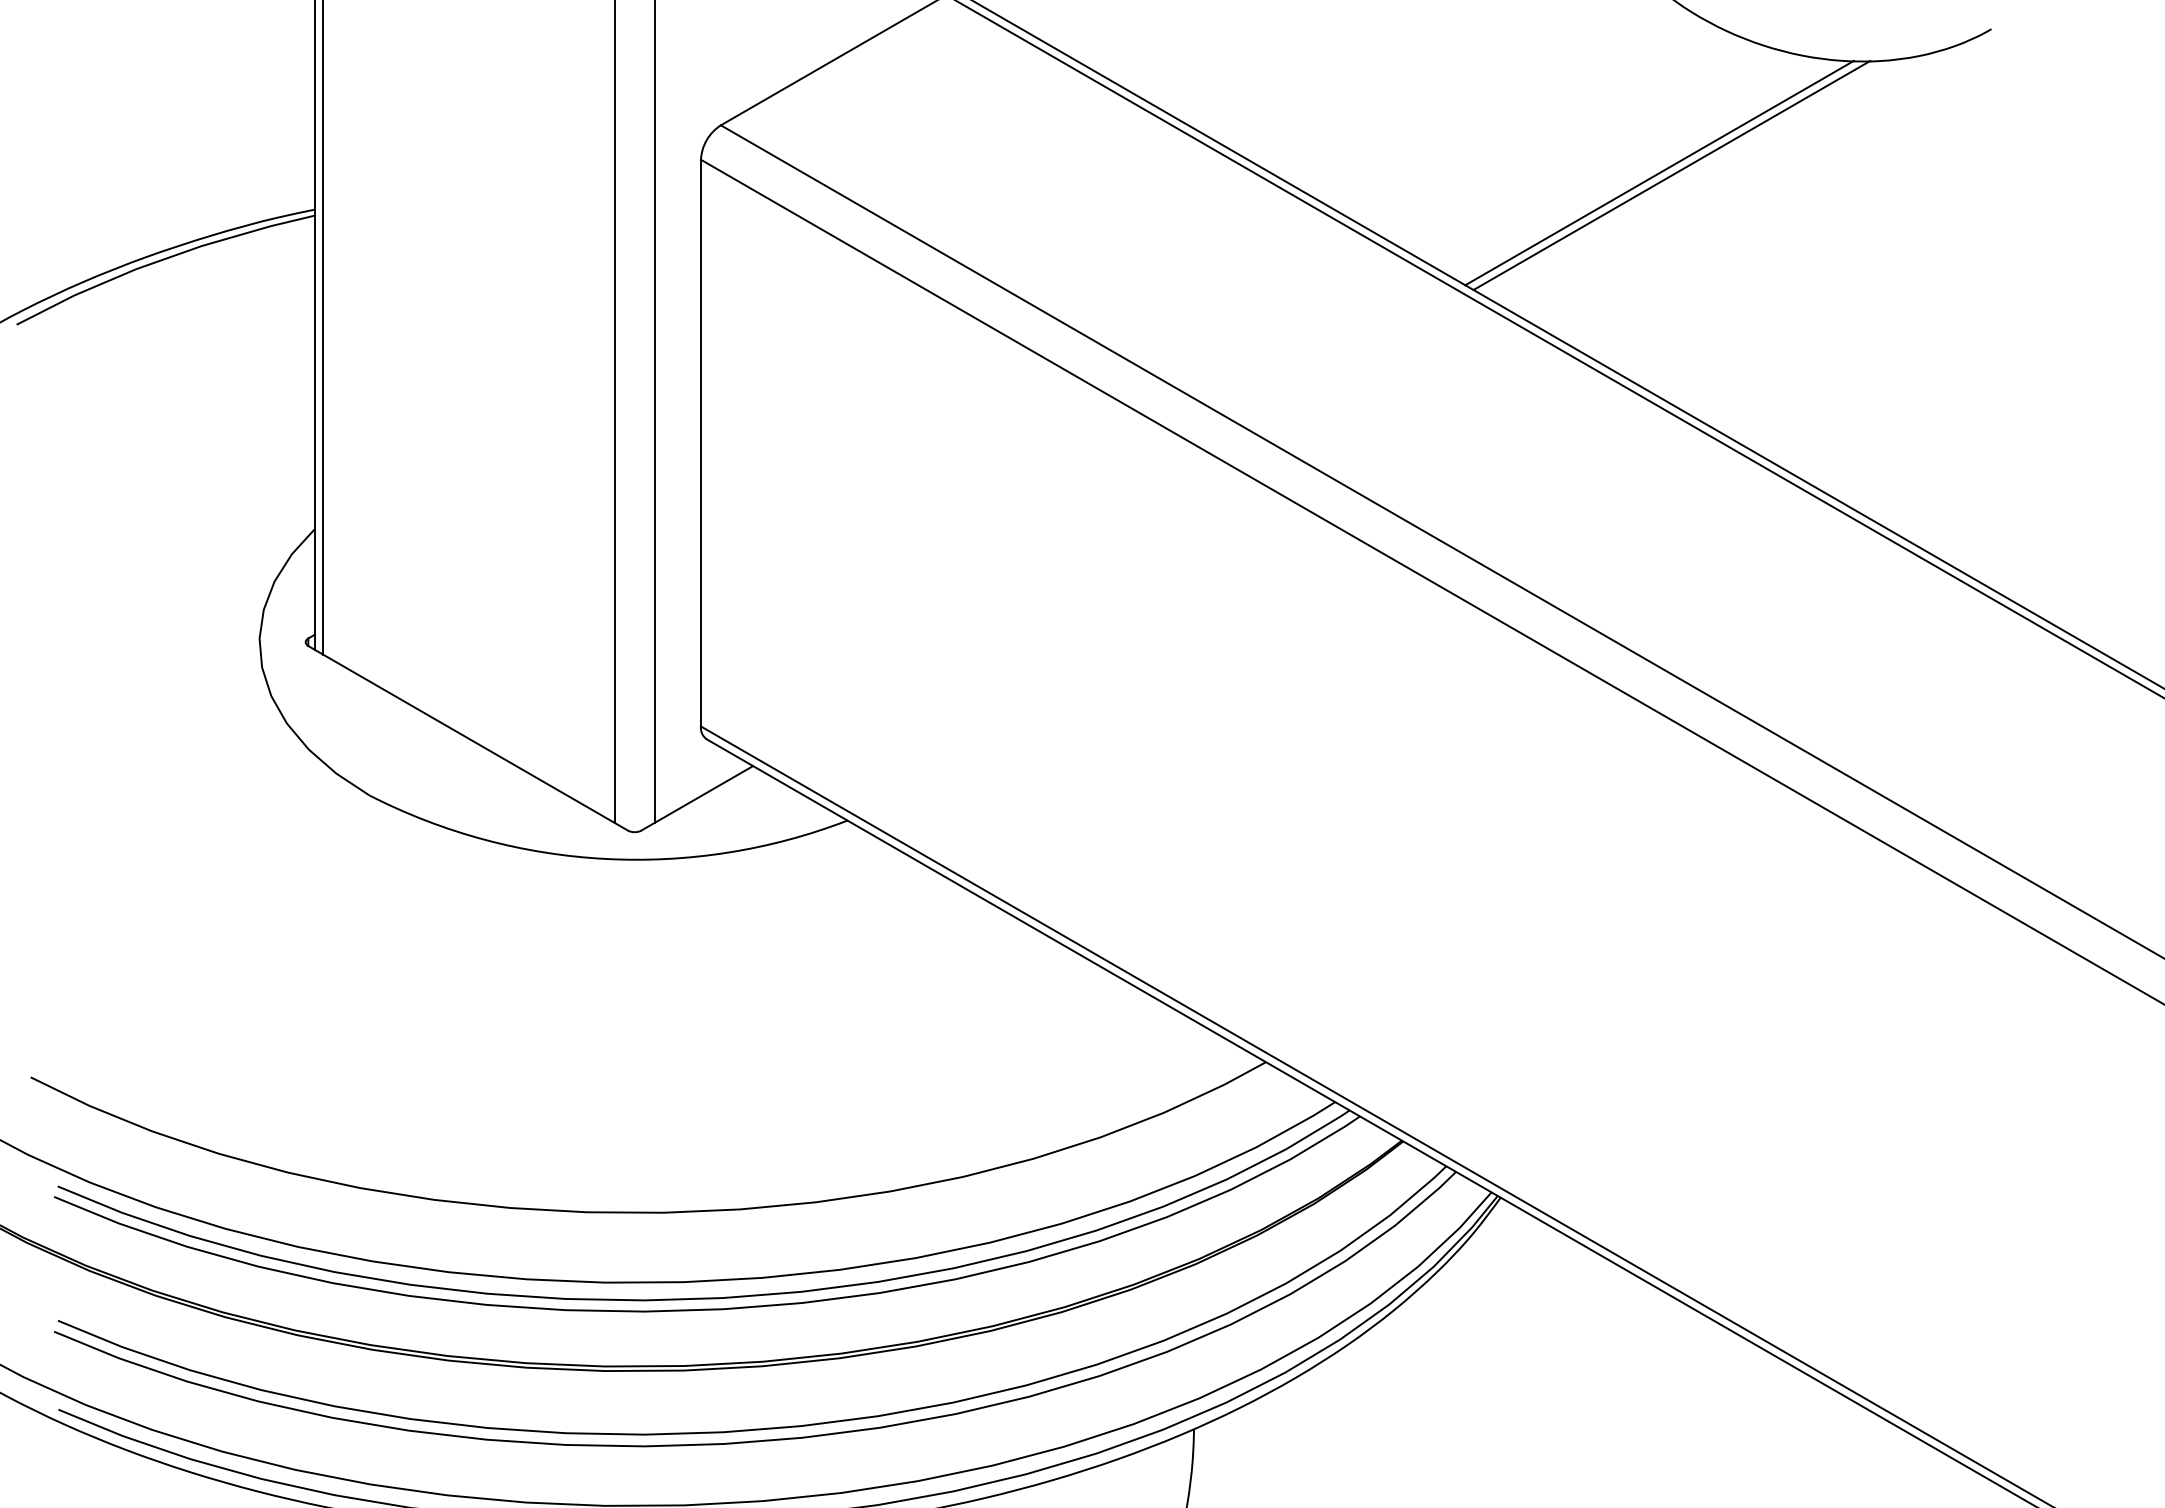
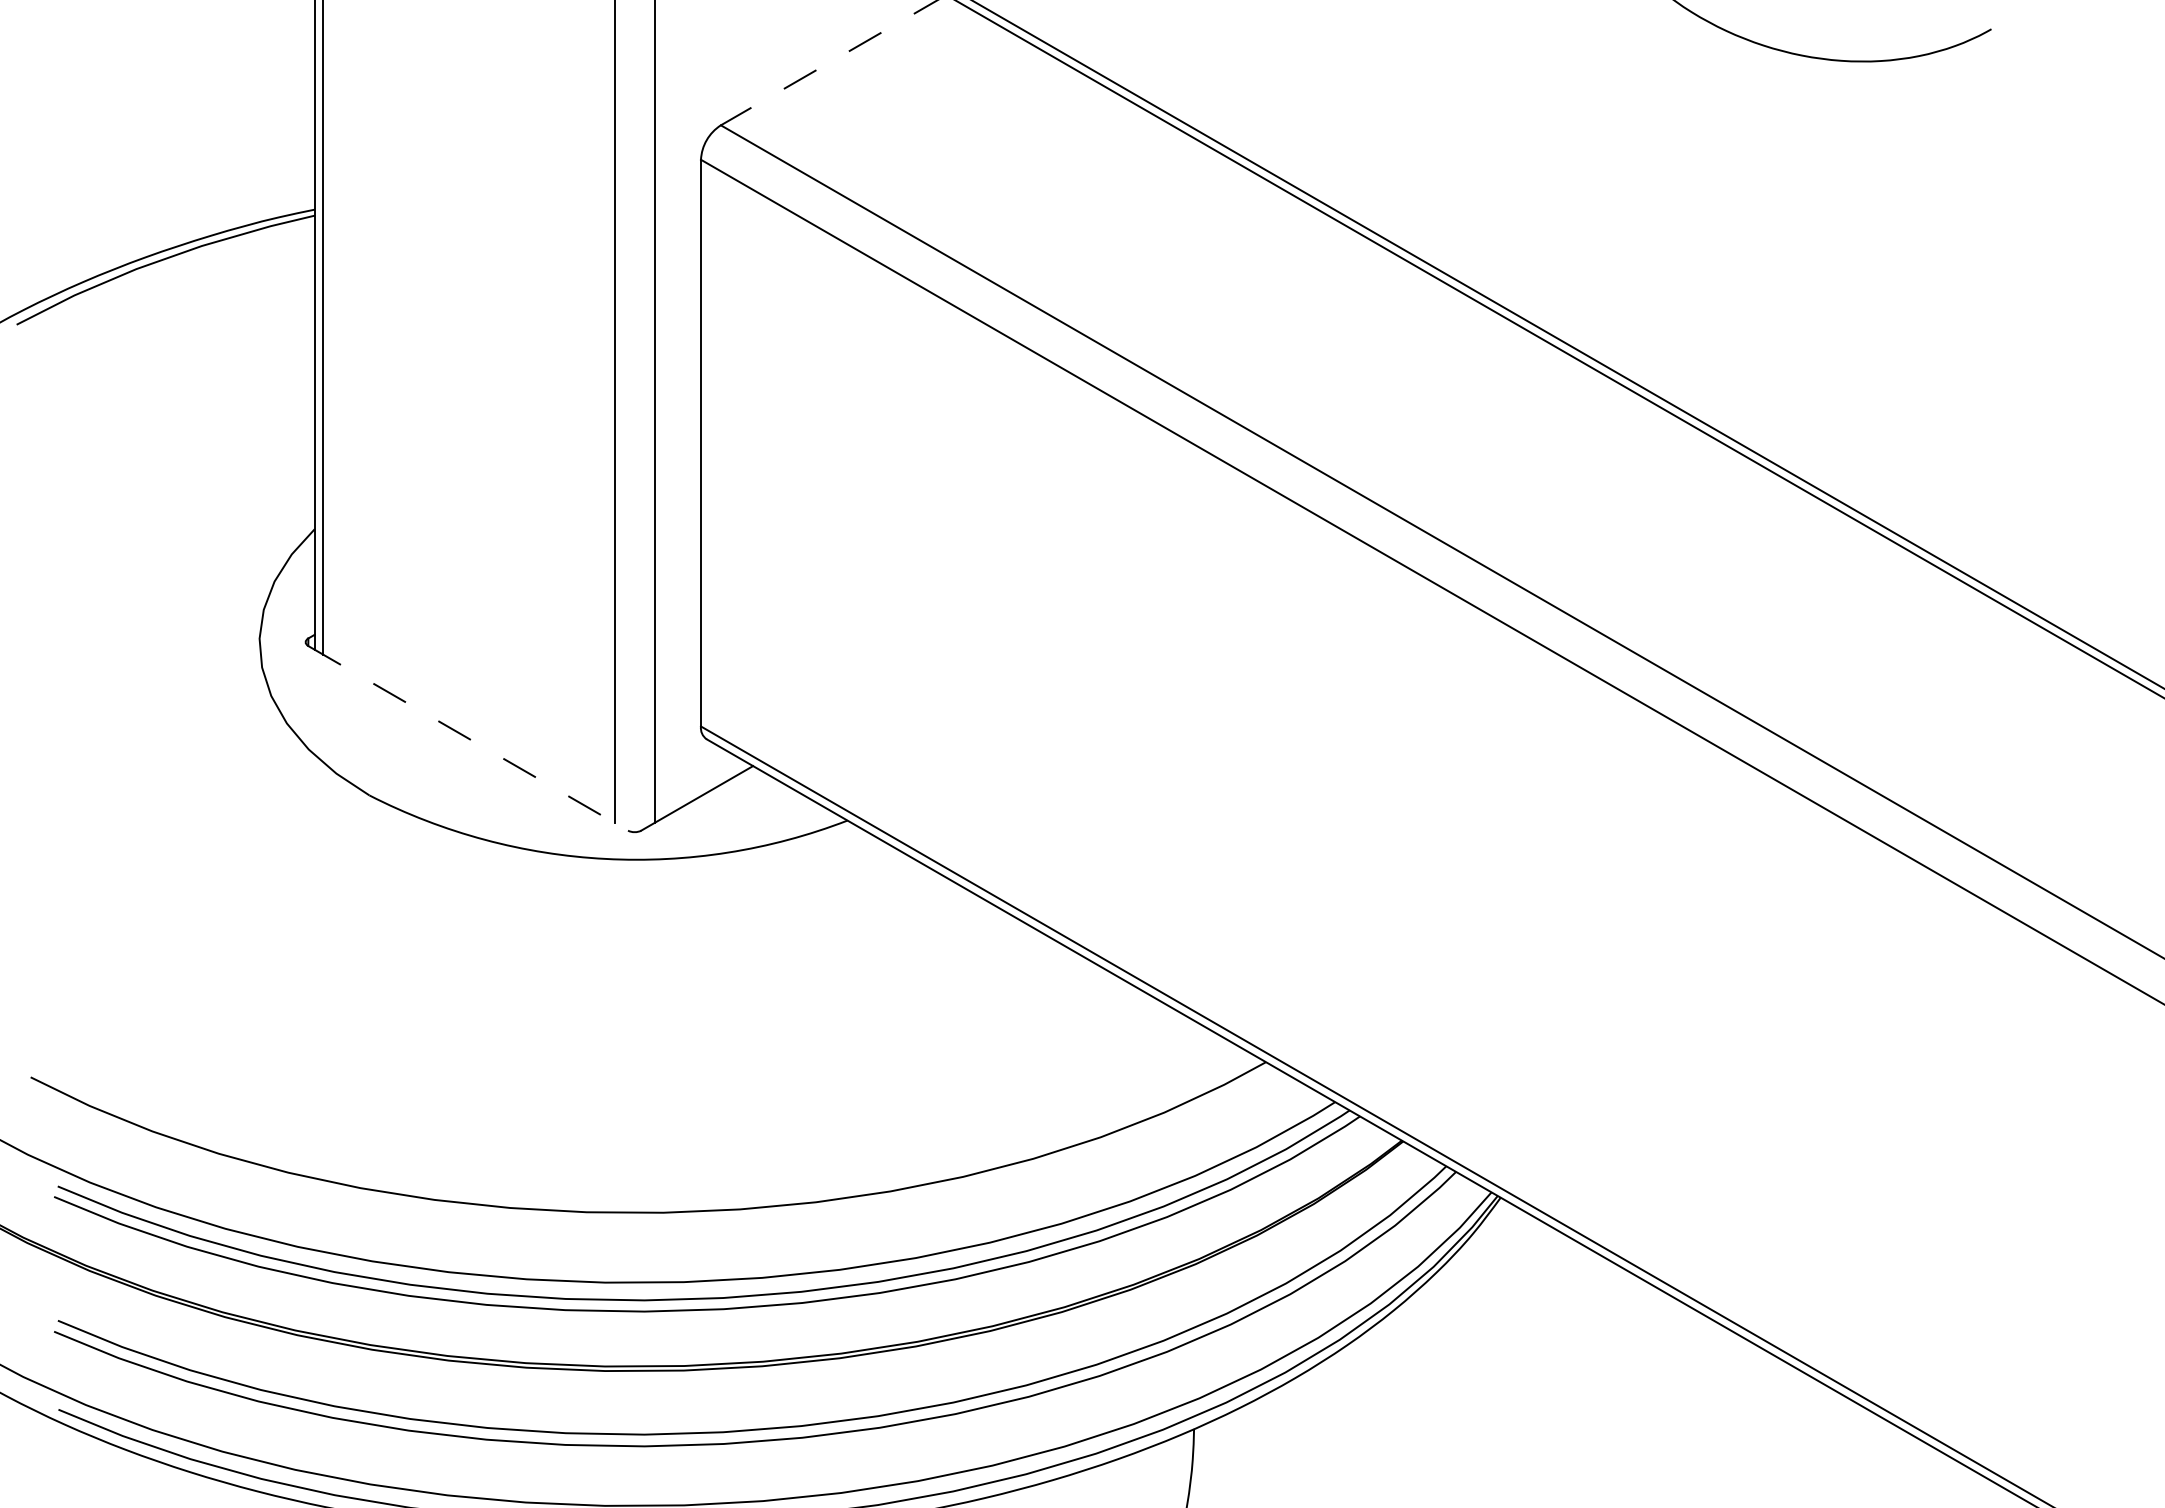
line at (828, 62): solid -> dashed
line at (1659, 172): present -> none
line at (1671, 175): present -> none
line at (468, 738): solid -> dashed
